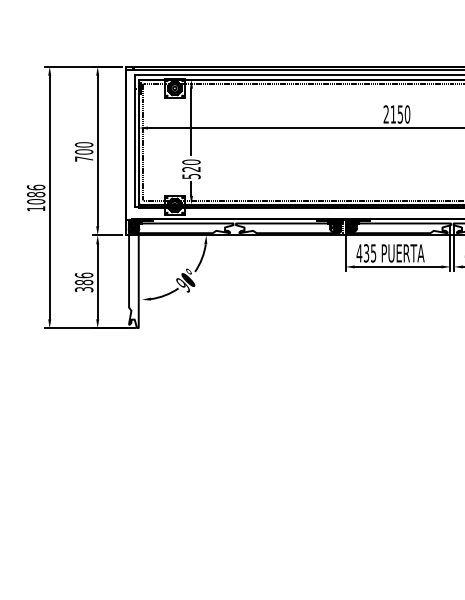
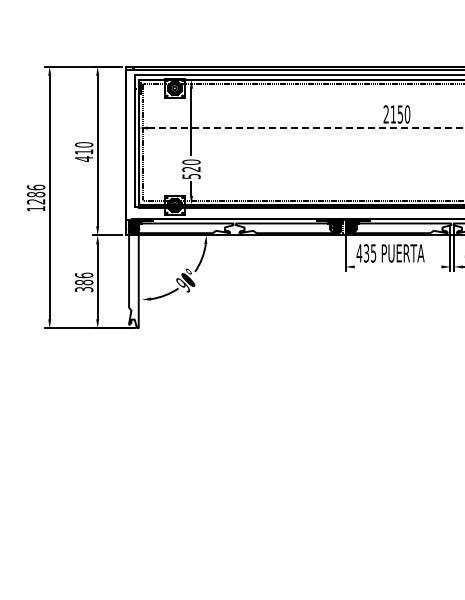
line at (306, 128): solid -> dashed
text at (84, 155): 700 -> 410
text at (36, 201): 1086 -> 1286
line at (397, 266): present -> none
